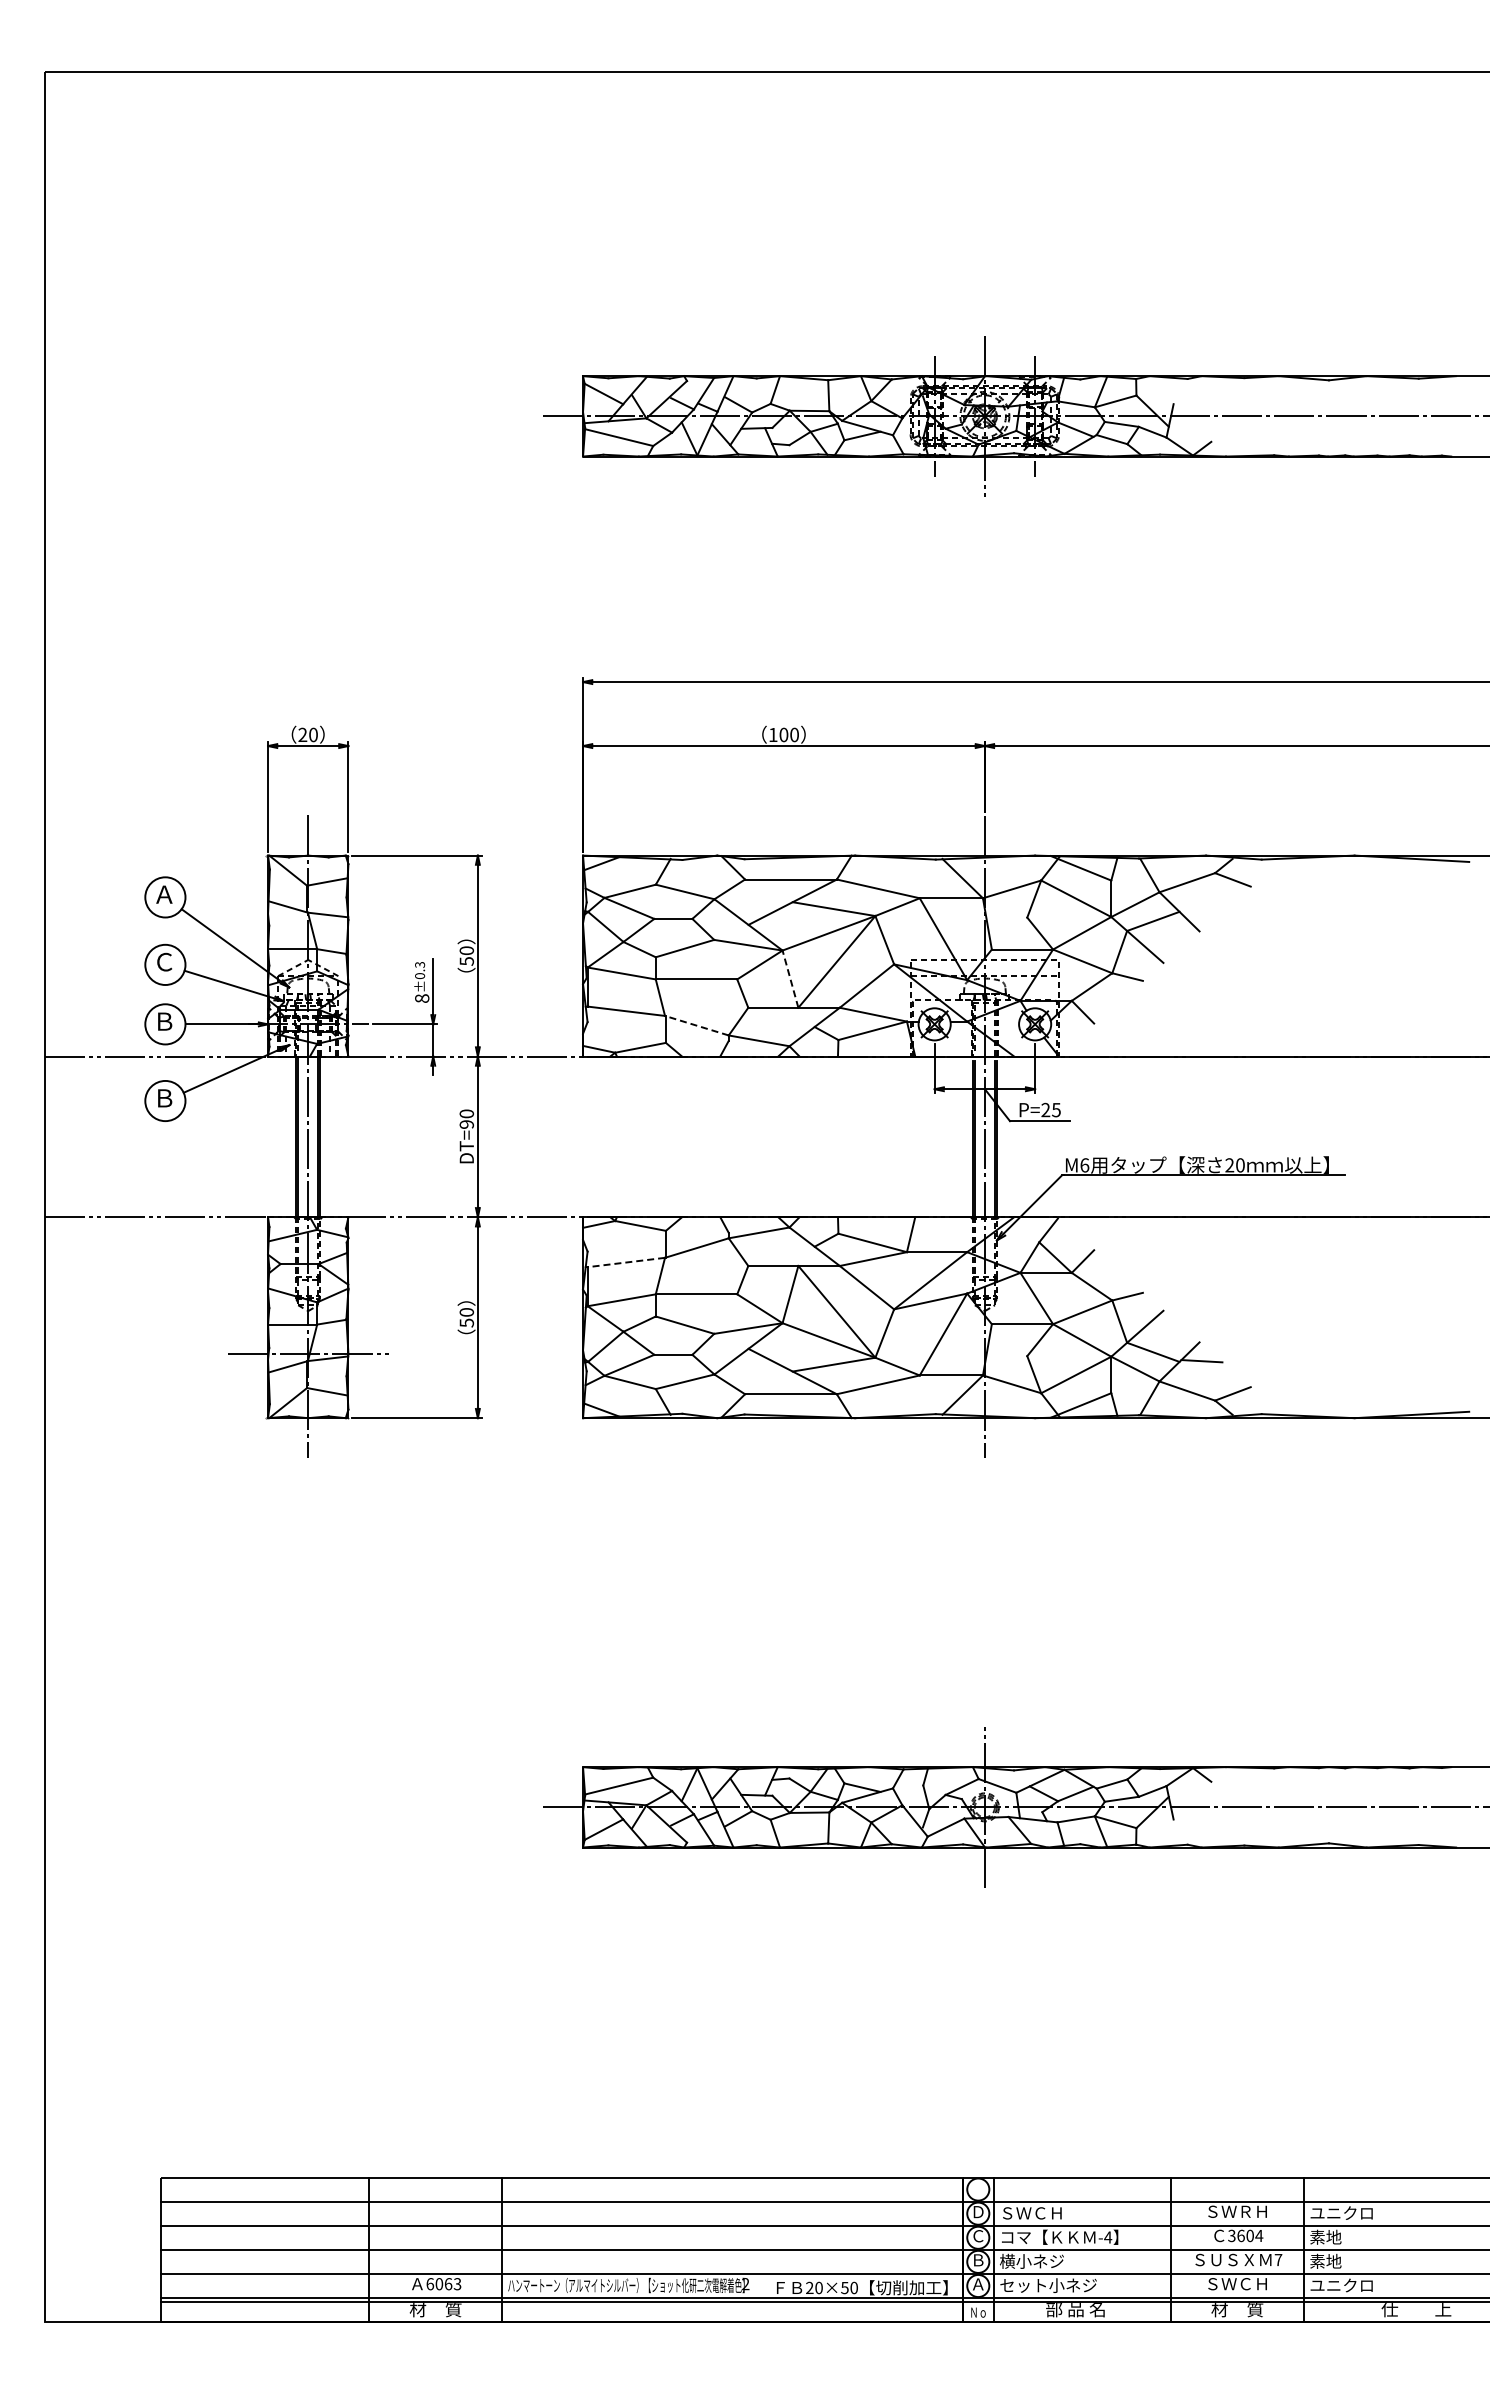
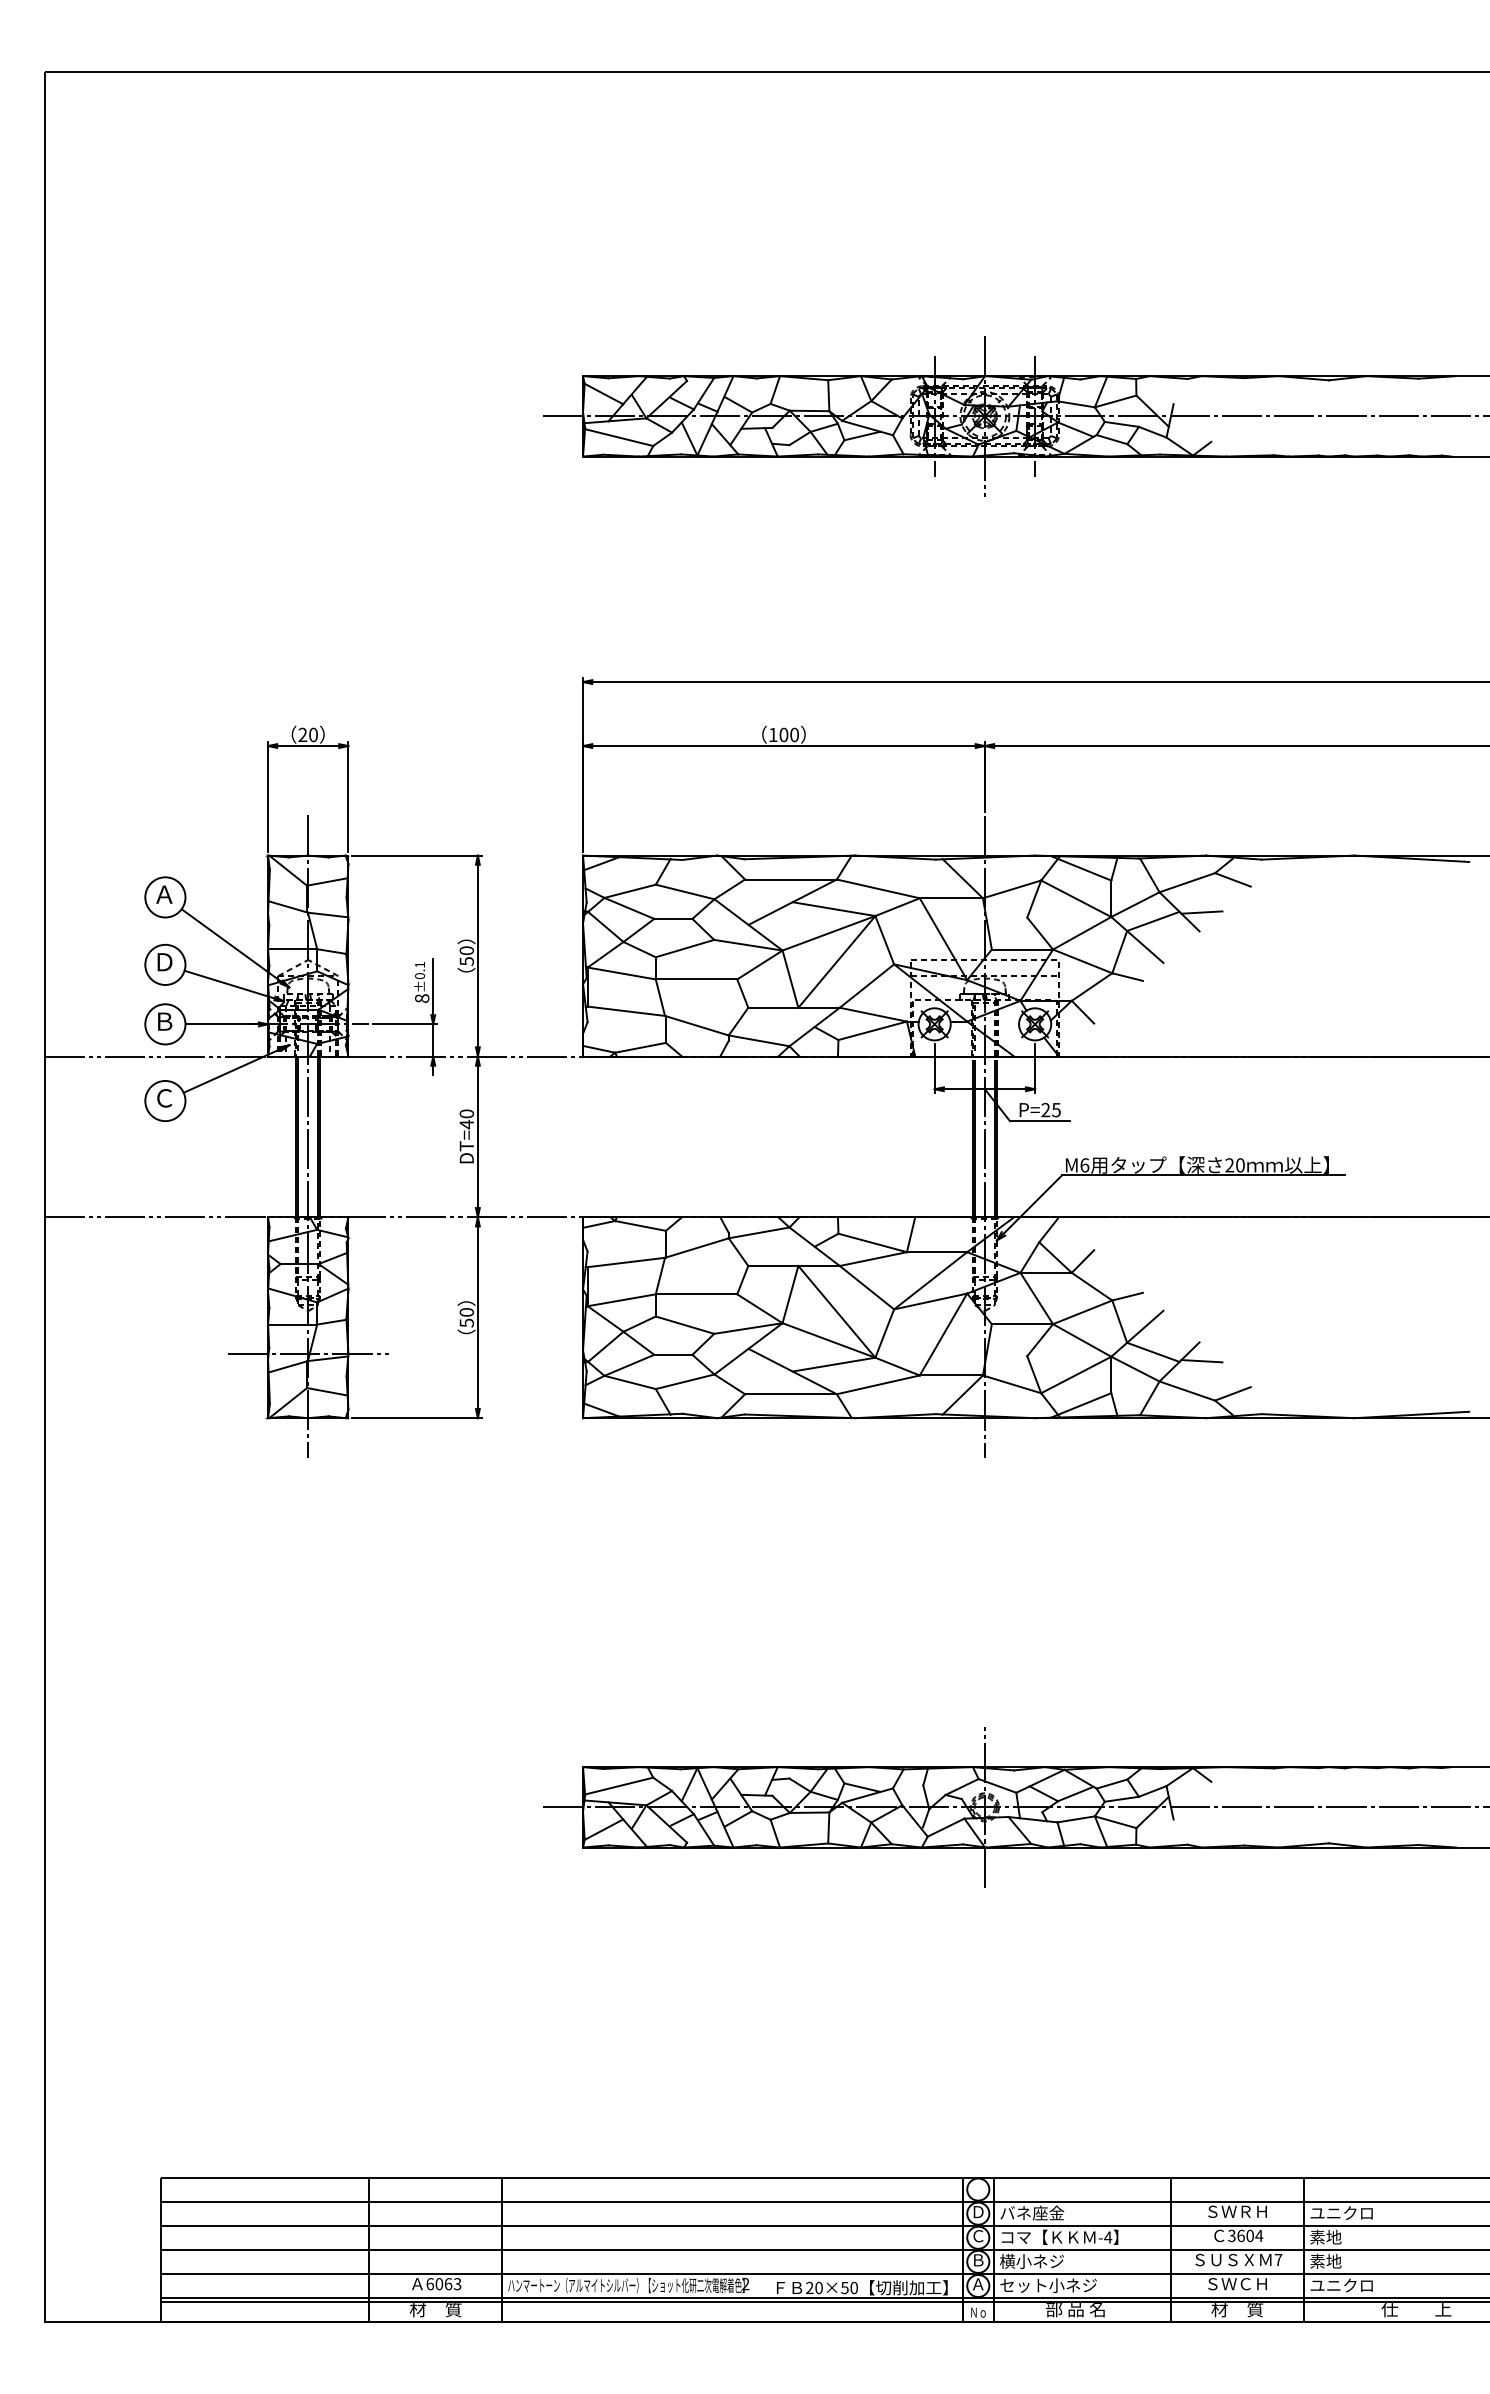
line at (1201, 912): none -> present
text at (164, 961): Ｃ -> Ｄ
text at (420, 964): ±0.3 -> ±0.1
line at (790, 979): dashed -> solid
line at (696, 1025): dashed -> solid
text at (164, 1098): Ｂ -> Ｃ
text at (466, 1124): DT=90 -> DT=40
line at (626, 1262): dashed -> solid
text at (1032, 2212): ＳＷＣＨ -> バネ座金
